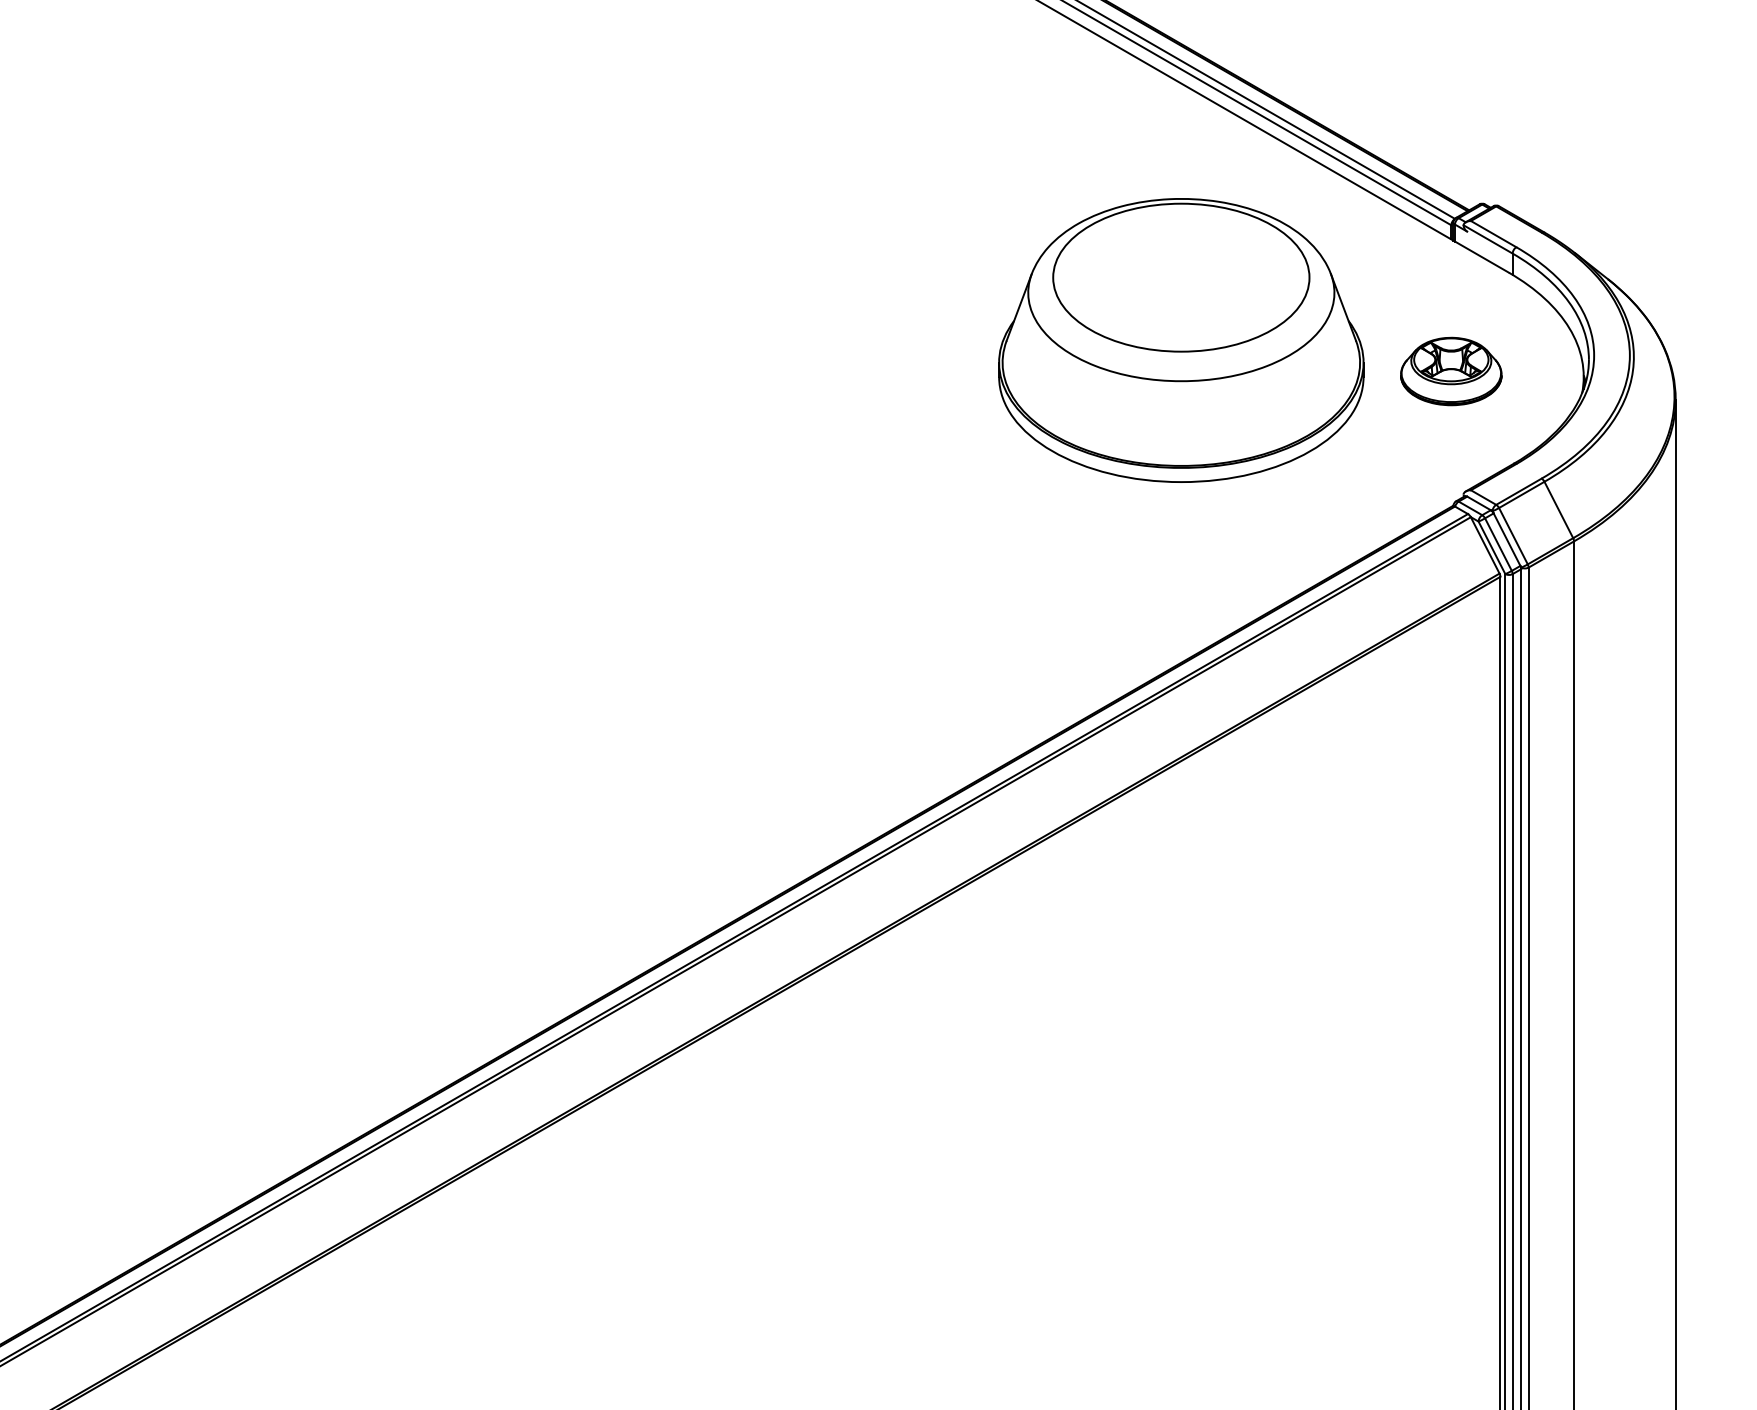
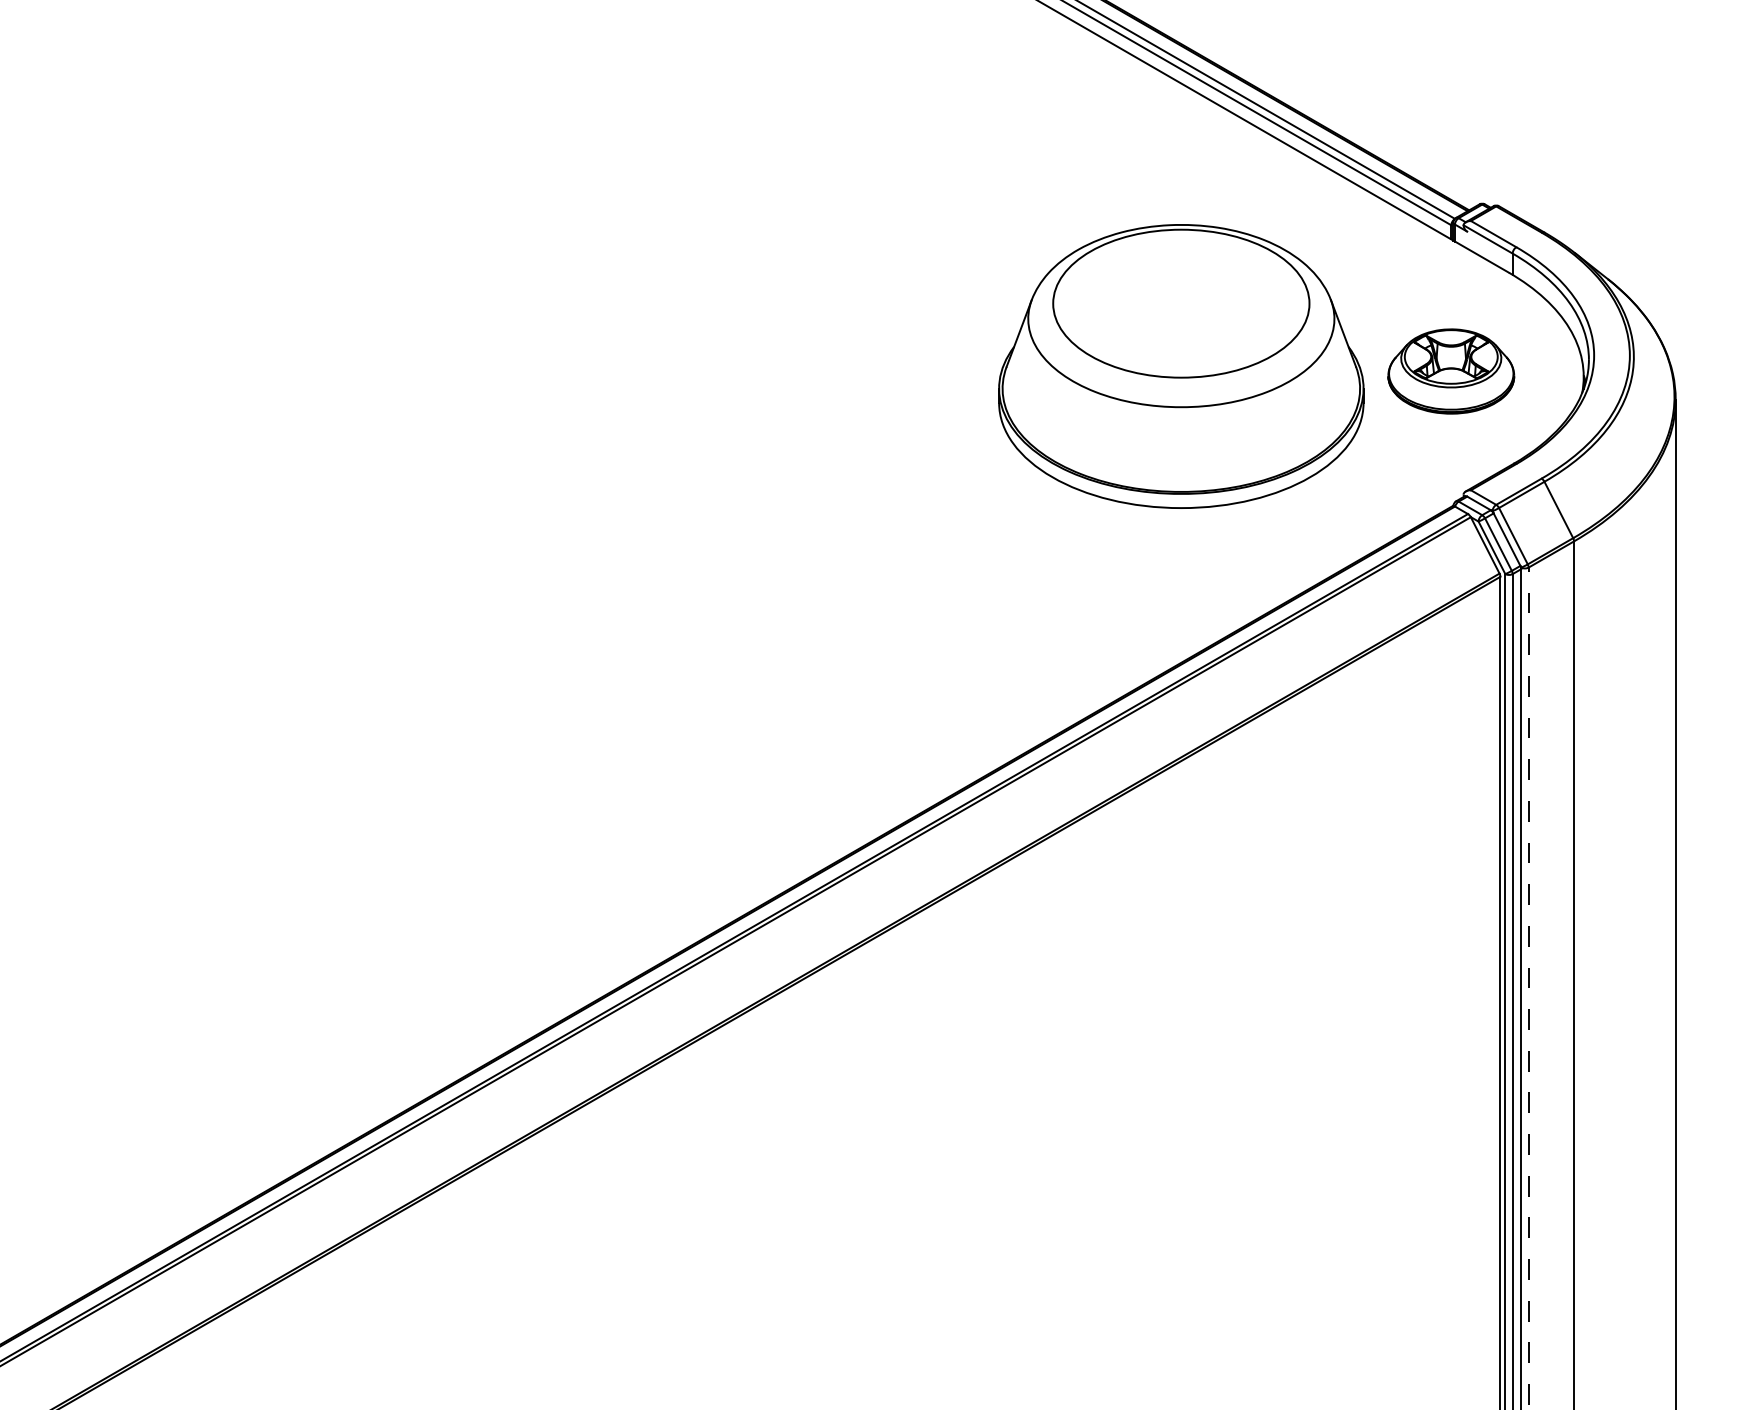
part at (1181, 340) position: (1181, 340) -> (1181, 366)
part at (1451, 371) size: 103x71 px -> 129x87 px
line at (1528, 988): solid -> dashed
